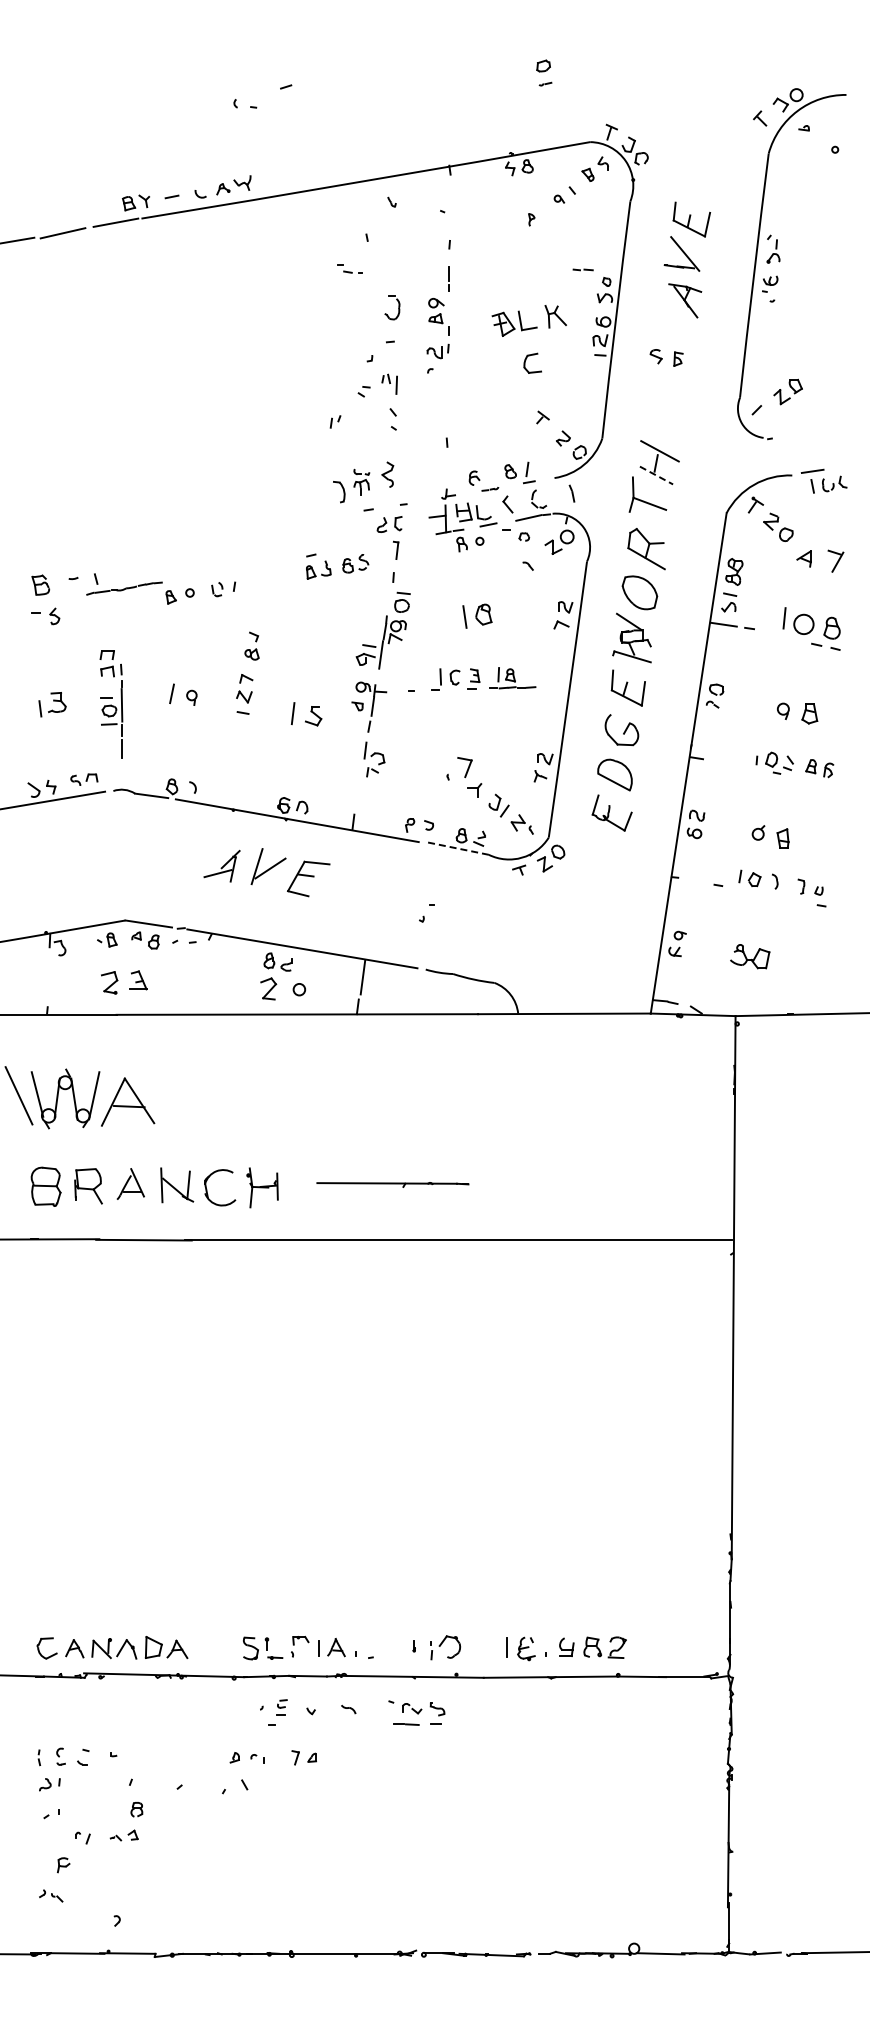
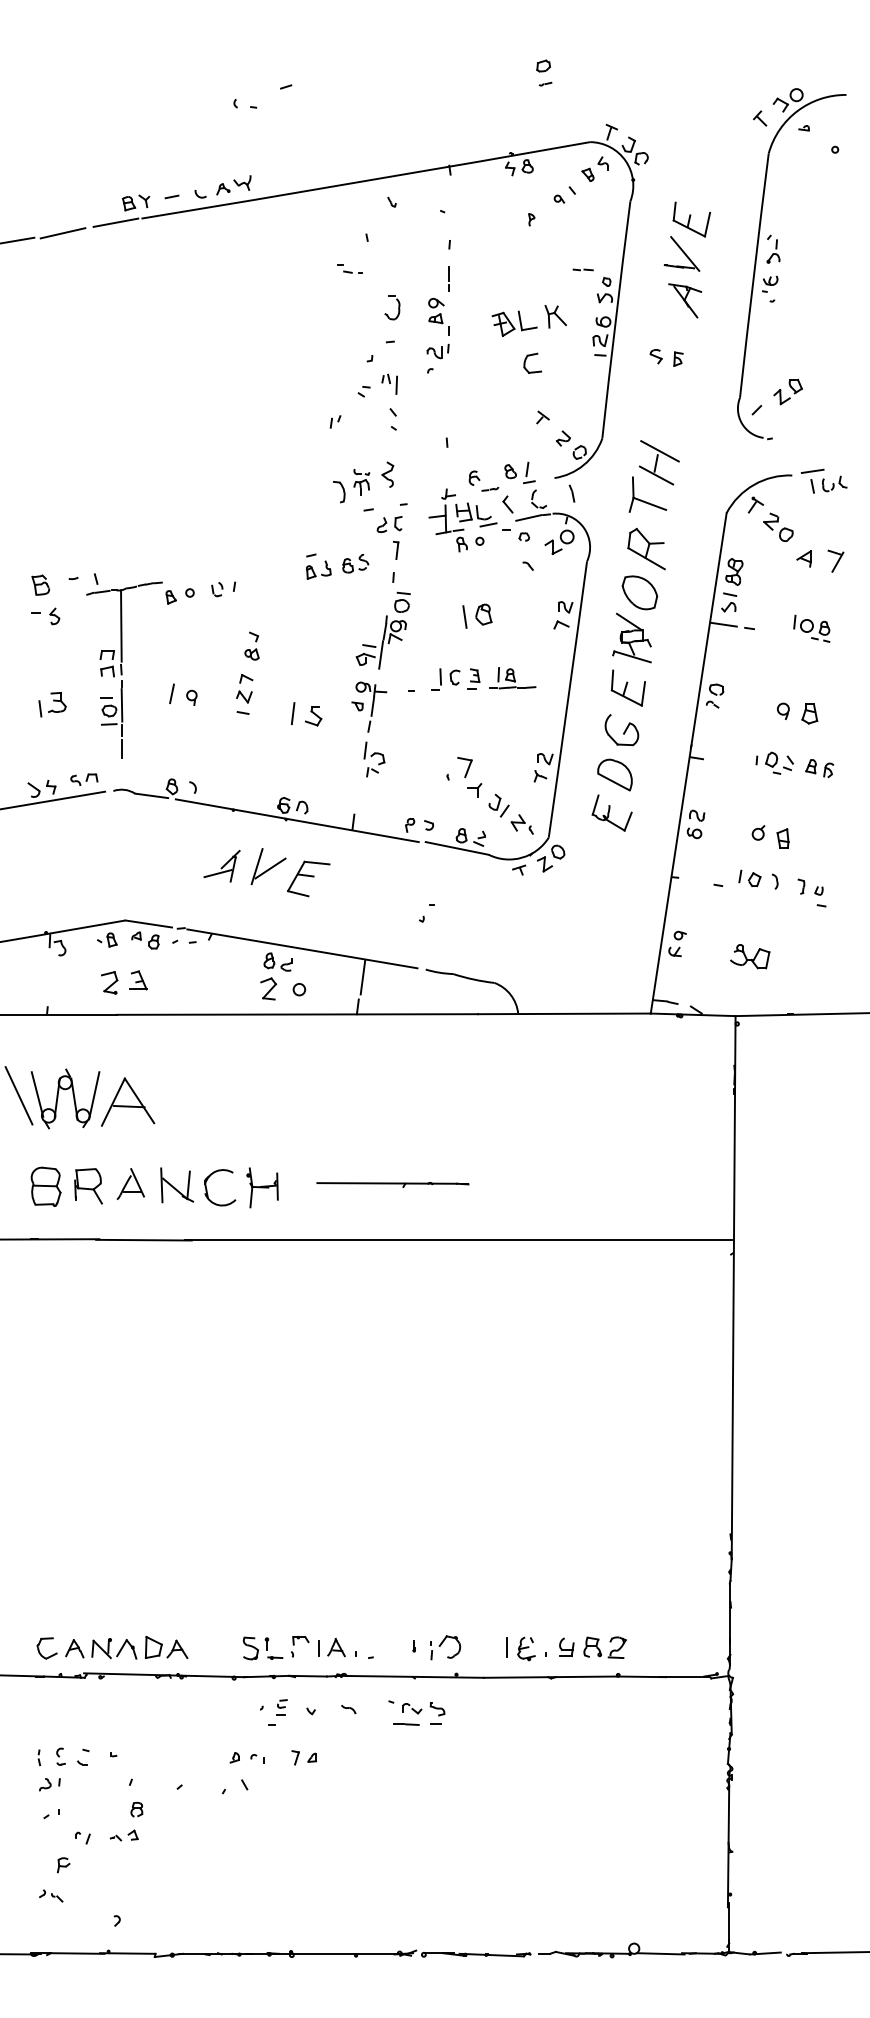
line at (656, 475): dashed -> solid
line at (121, 625): none -> present
part at (811, 628) size: 59x44 px -> 38x29 px
line at (456, 848): dashed -> solid
